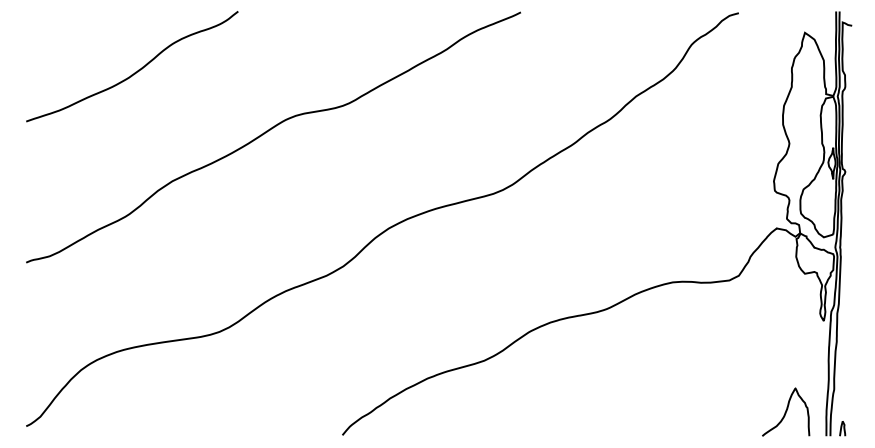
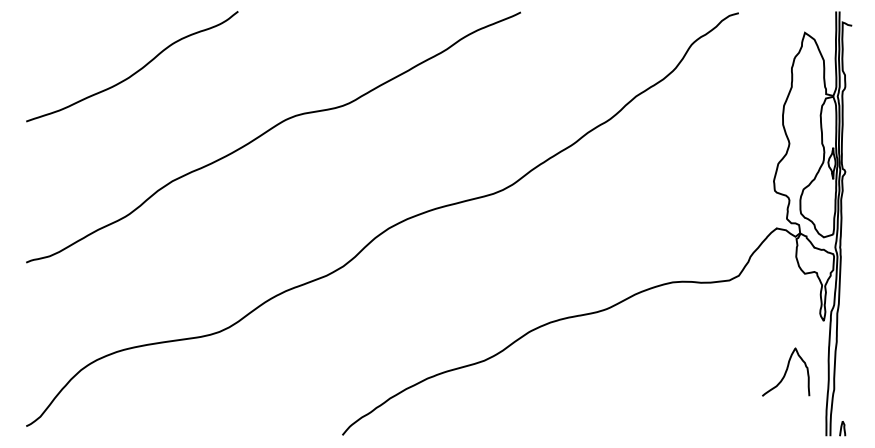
curve at (786, 411) position: (786, 411) -> (786, 371)
